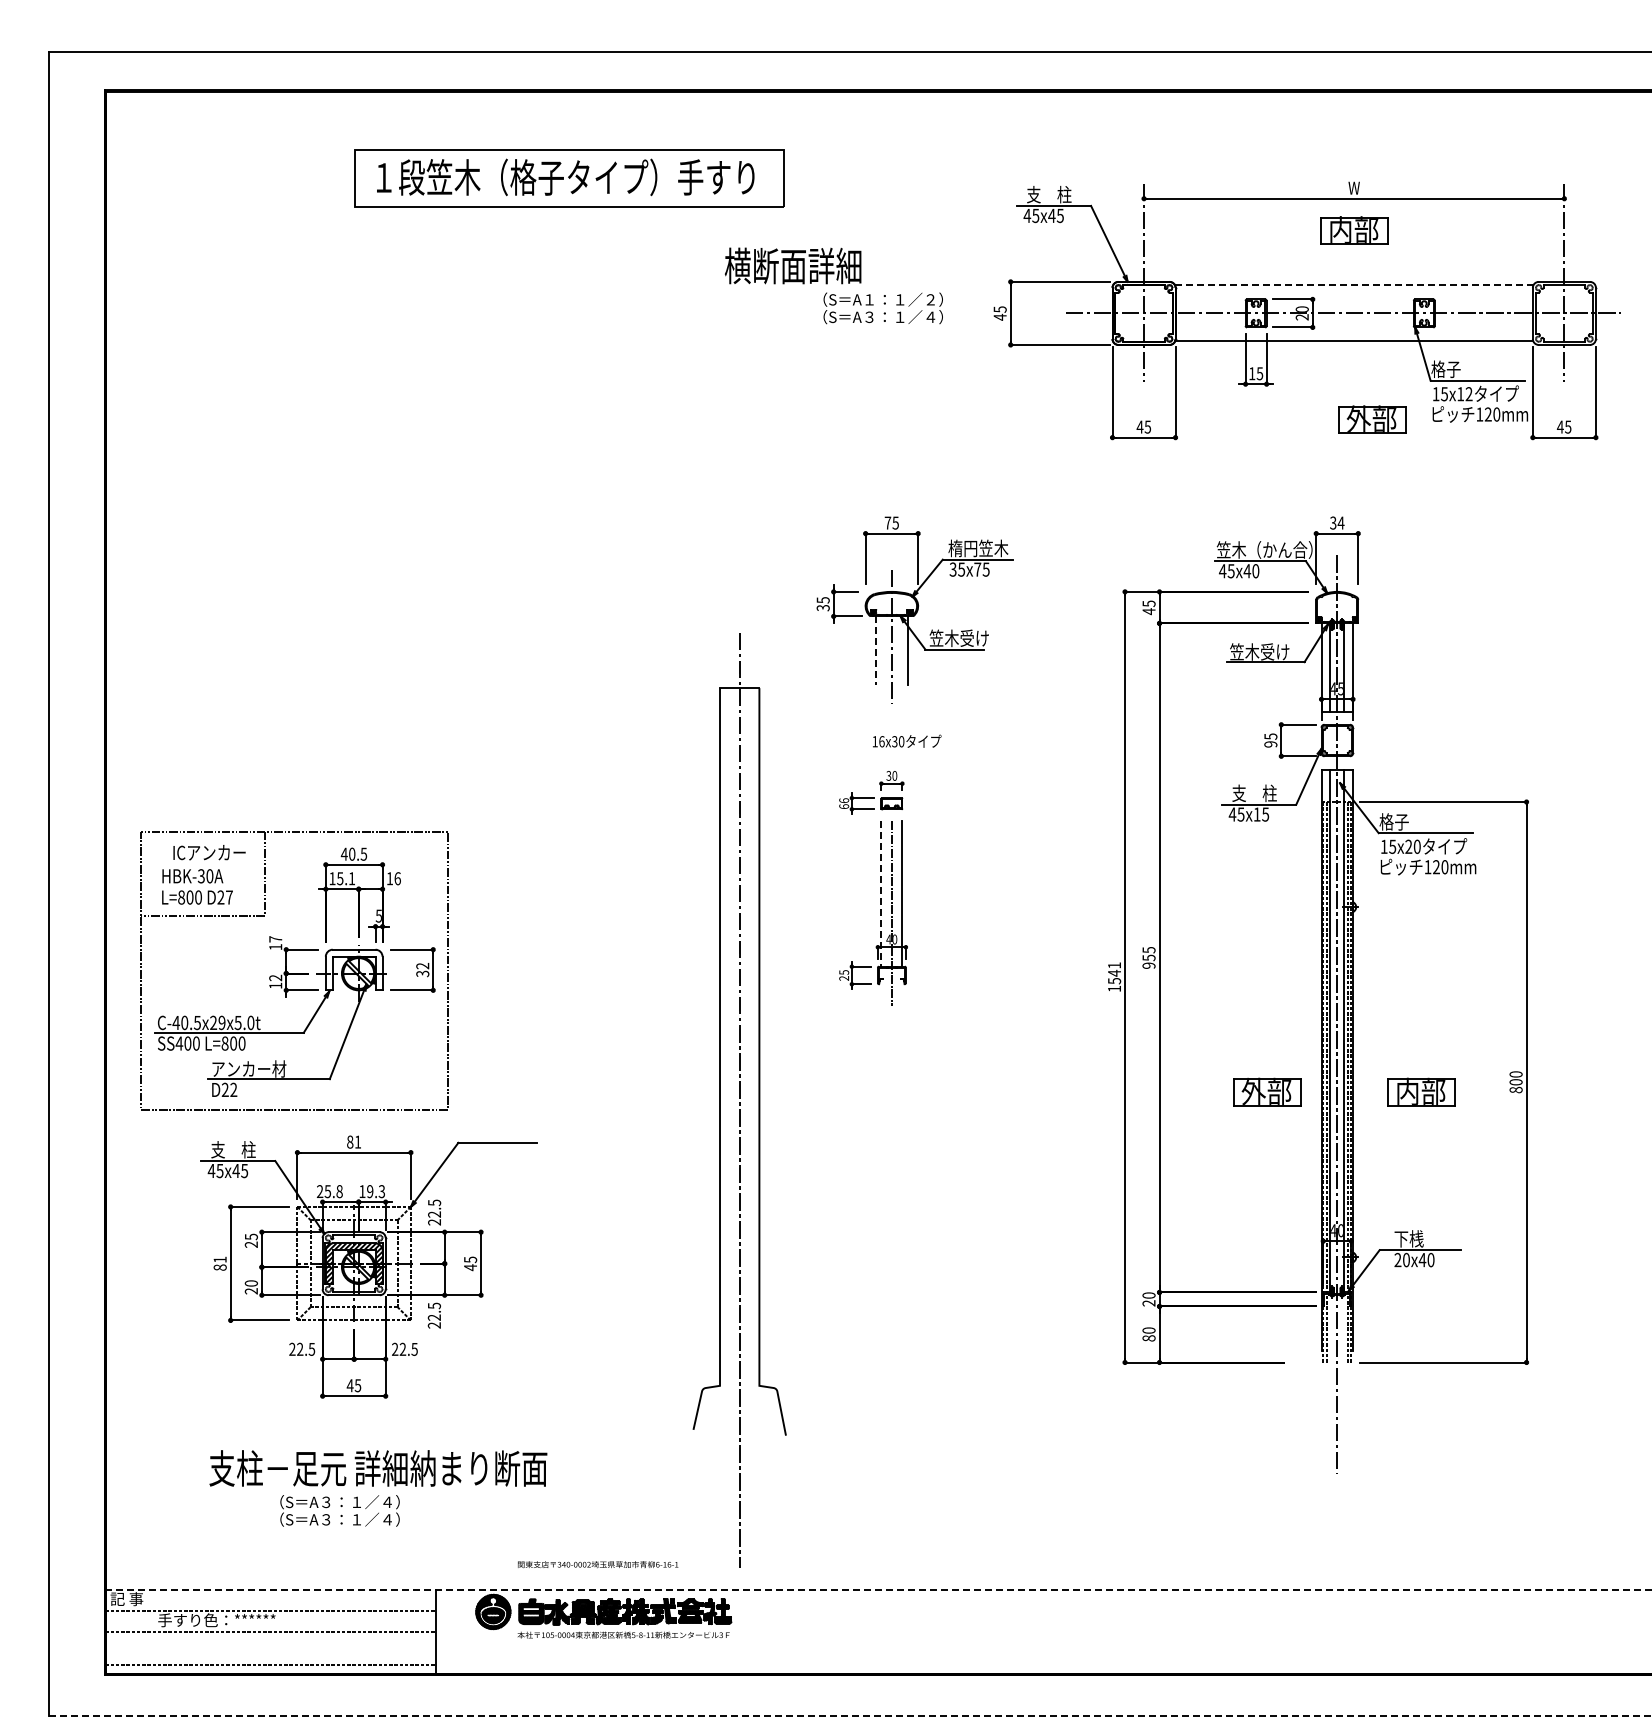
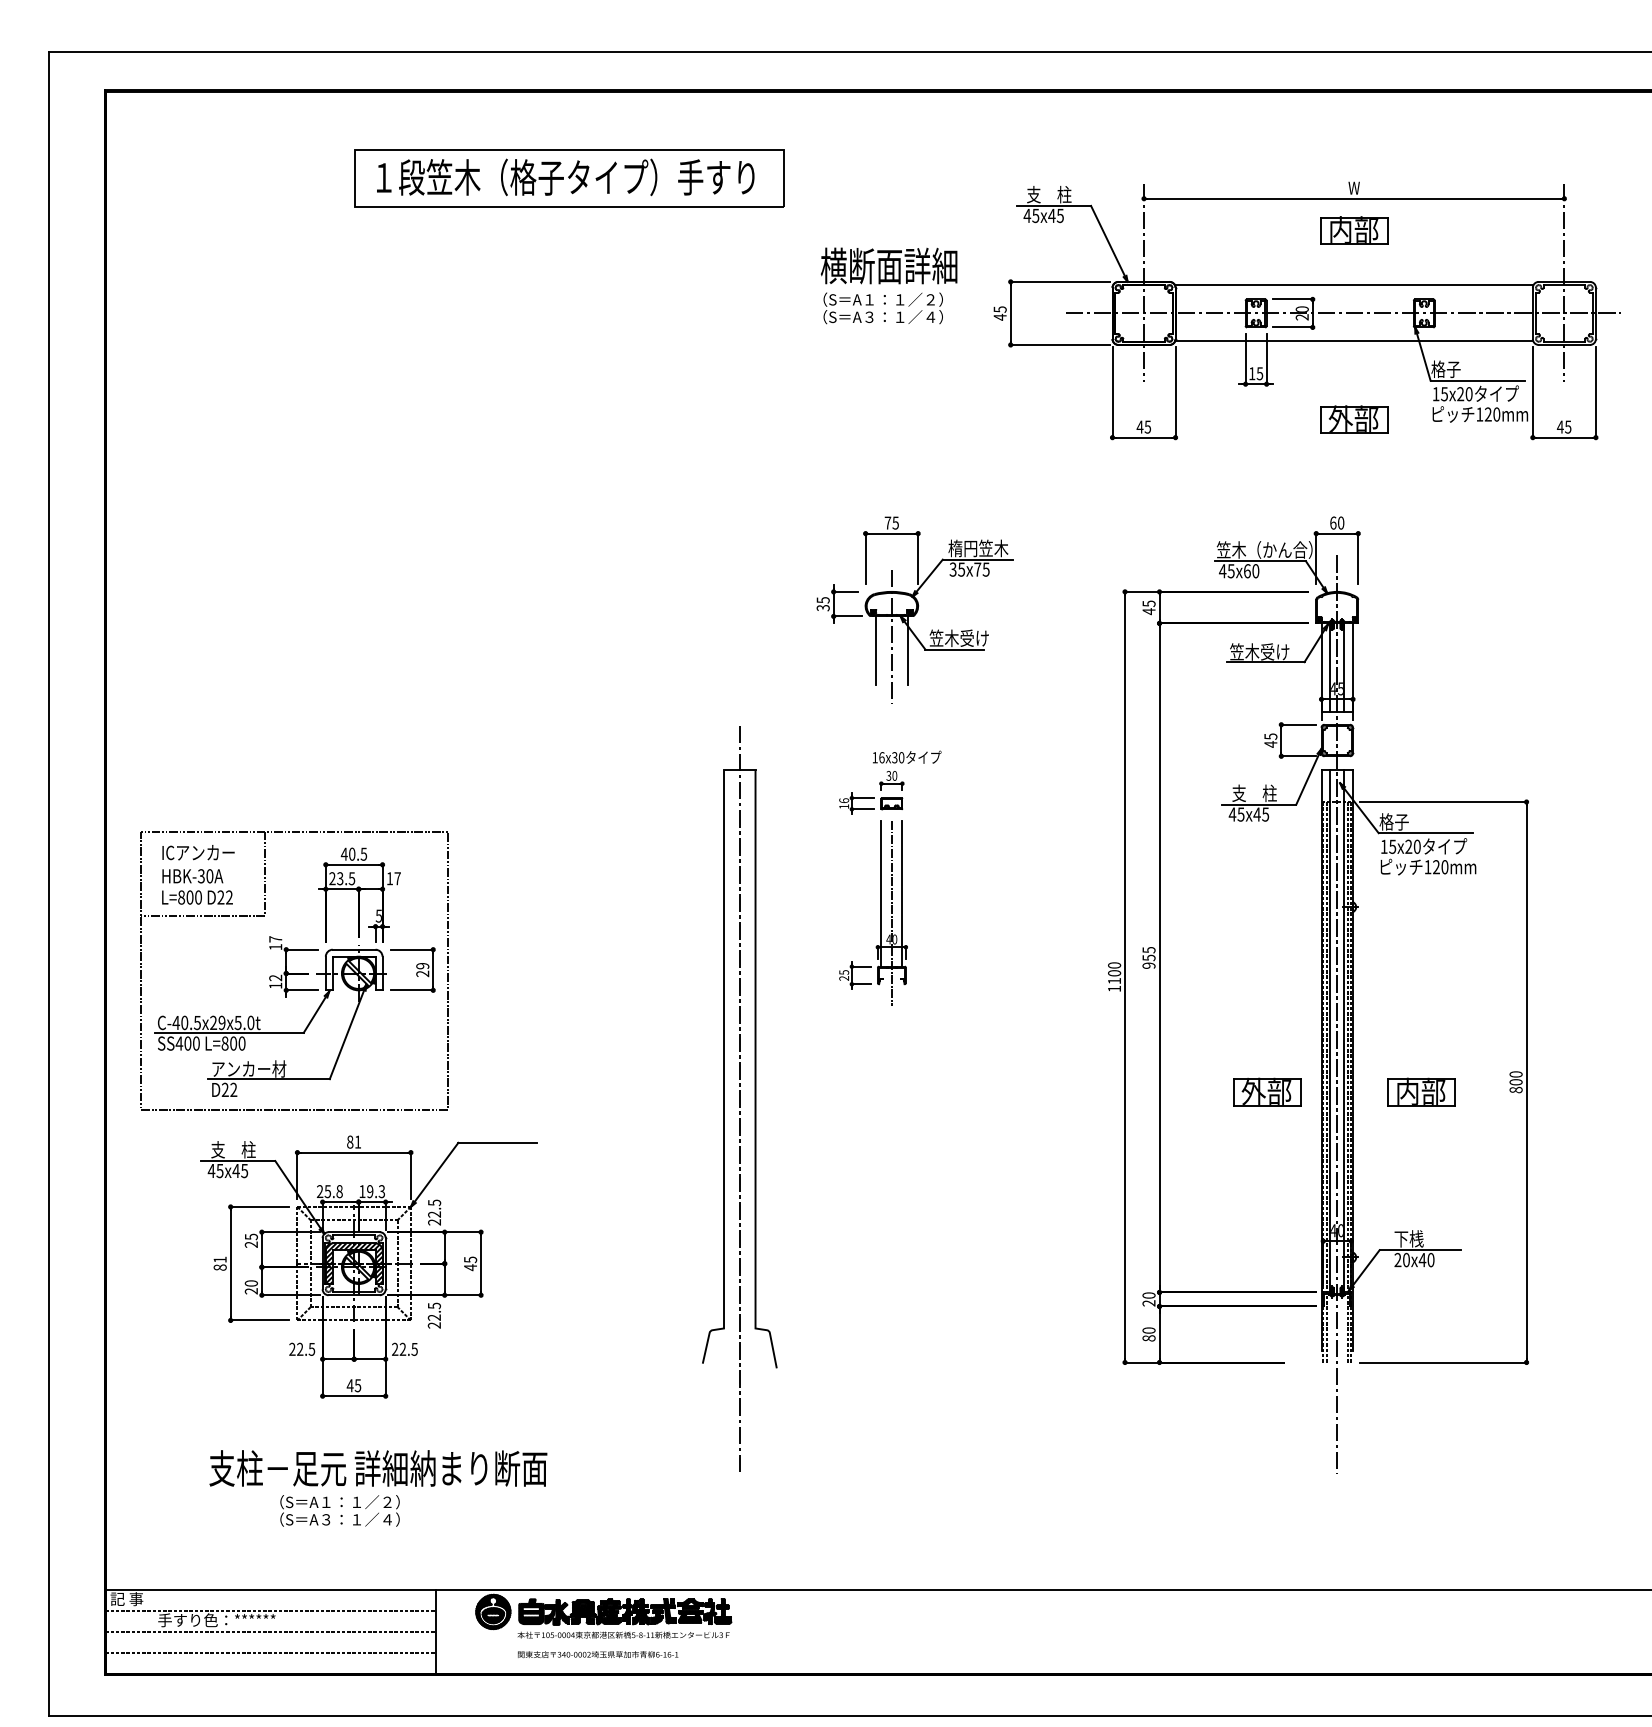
text at (793, 265) position: (793, 265) -> (889, 265)
line at (1354, 285): dashed -> solid
text at (1464, 394): 15x12 -> 15x20
part at (1372, 419) position: (1372, 419) -> (1354, 419)
text at (1337, 522): 34 -> 60
text at (1247, 571): 45x40 -> 45x60
line at (876, 651): dashed -> solid
text at (907, 740) position: (907, 740) -> (907, 756)
text at (1270, 744): 95 -> 45
text at (844, 806): 66 -> 16
text at (1256, 814): 45x15 -> 45x45
text at (209, 852) position: (209, 852) -> (198, 852)
text at (342, 878): 15.1 -> 23.5
text at (397, 878): 16 -> 17
line at (881, 893): dashed -> solid
text at (229, 897): D27 -> D22
text at (422, 970): 32 -> 29
text at (1114, 973): 1541 -> 1100
part at (739, 1100) size: 95x935 px -> 76x746 px
text at (356, 1502): （S＝A３：１／４） -> （S＝A１：１／２）
text at (598, 1564) position: (598, 1564) -> (598, 1654)
line at (878, 1590): dashed -> solid
line at (270, 1665) position: (270, 1665) -> (270, 1653)
line at (850, 1716): dashed -> solid
